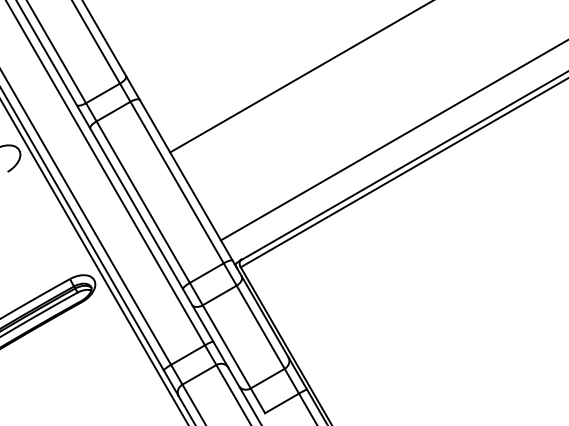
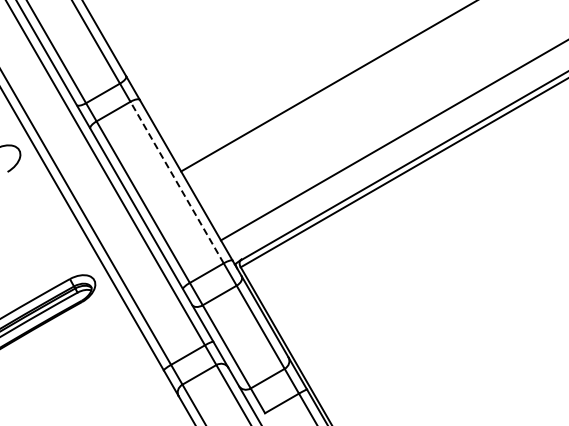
line at (300, 77) position: (300, 77) -> (327, 86)
line at (176, 182): solid -> dashed
line at (94, 262): present -> none
